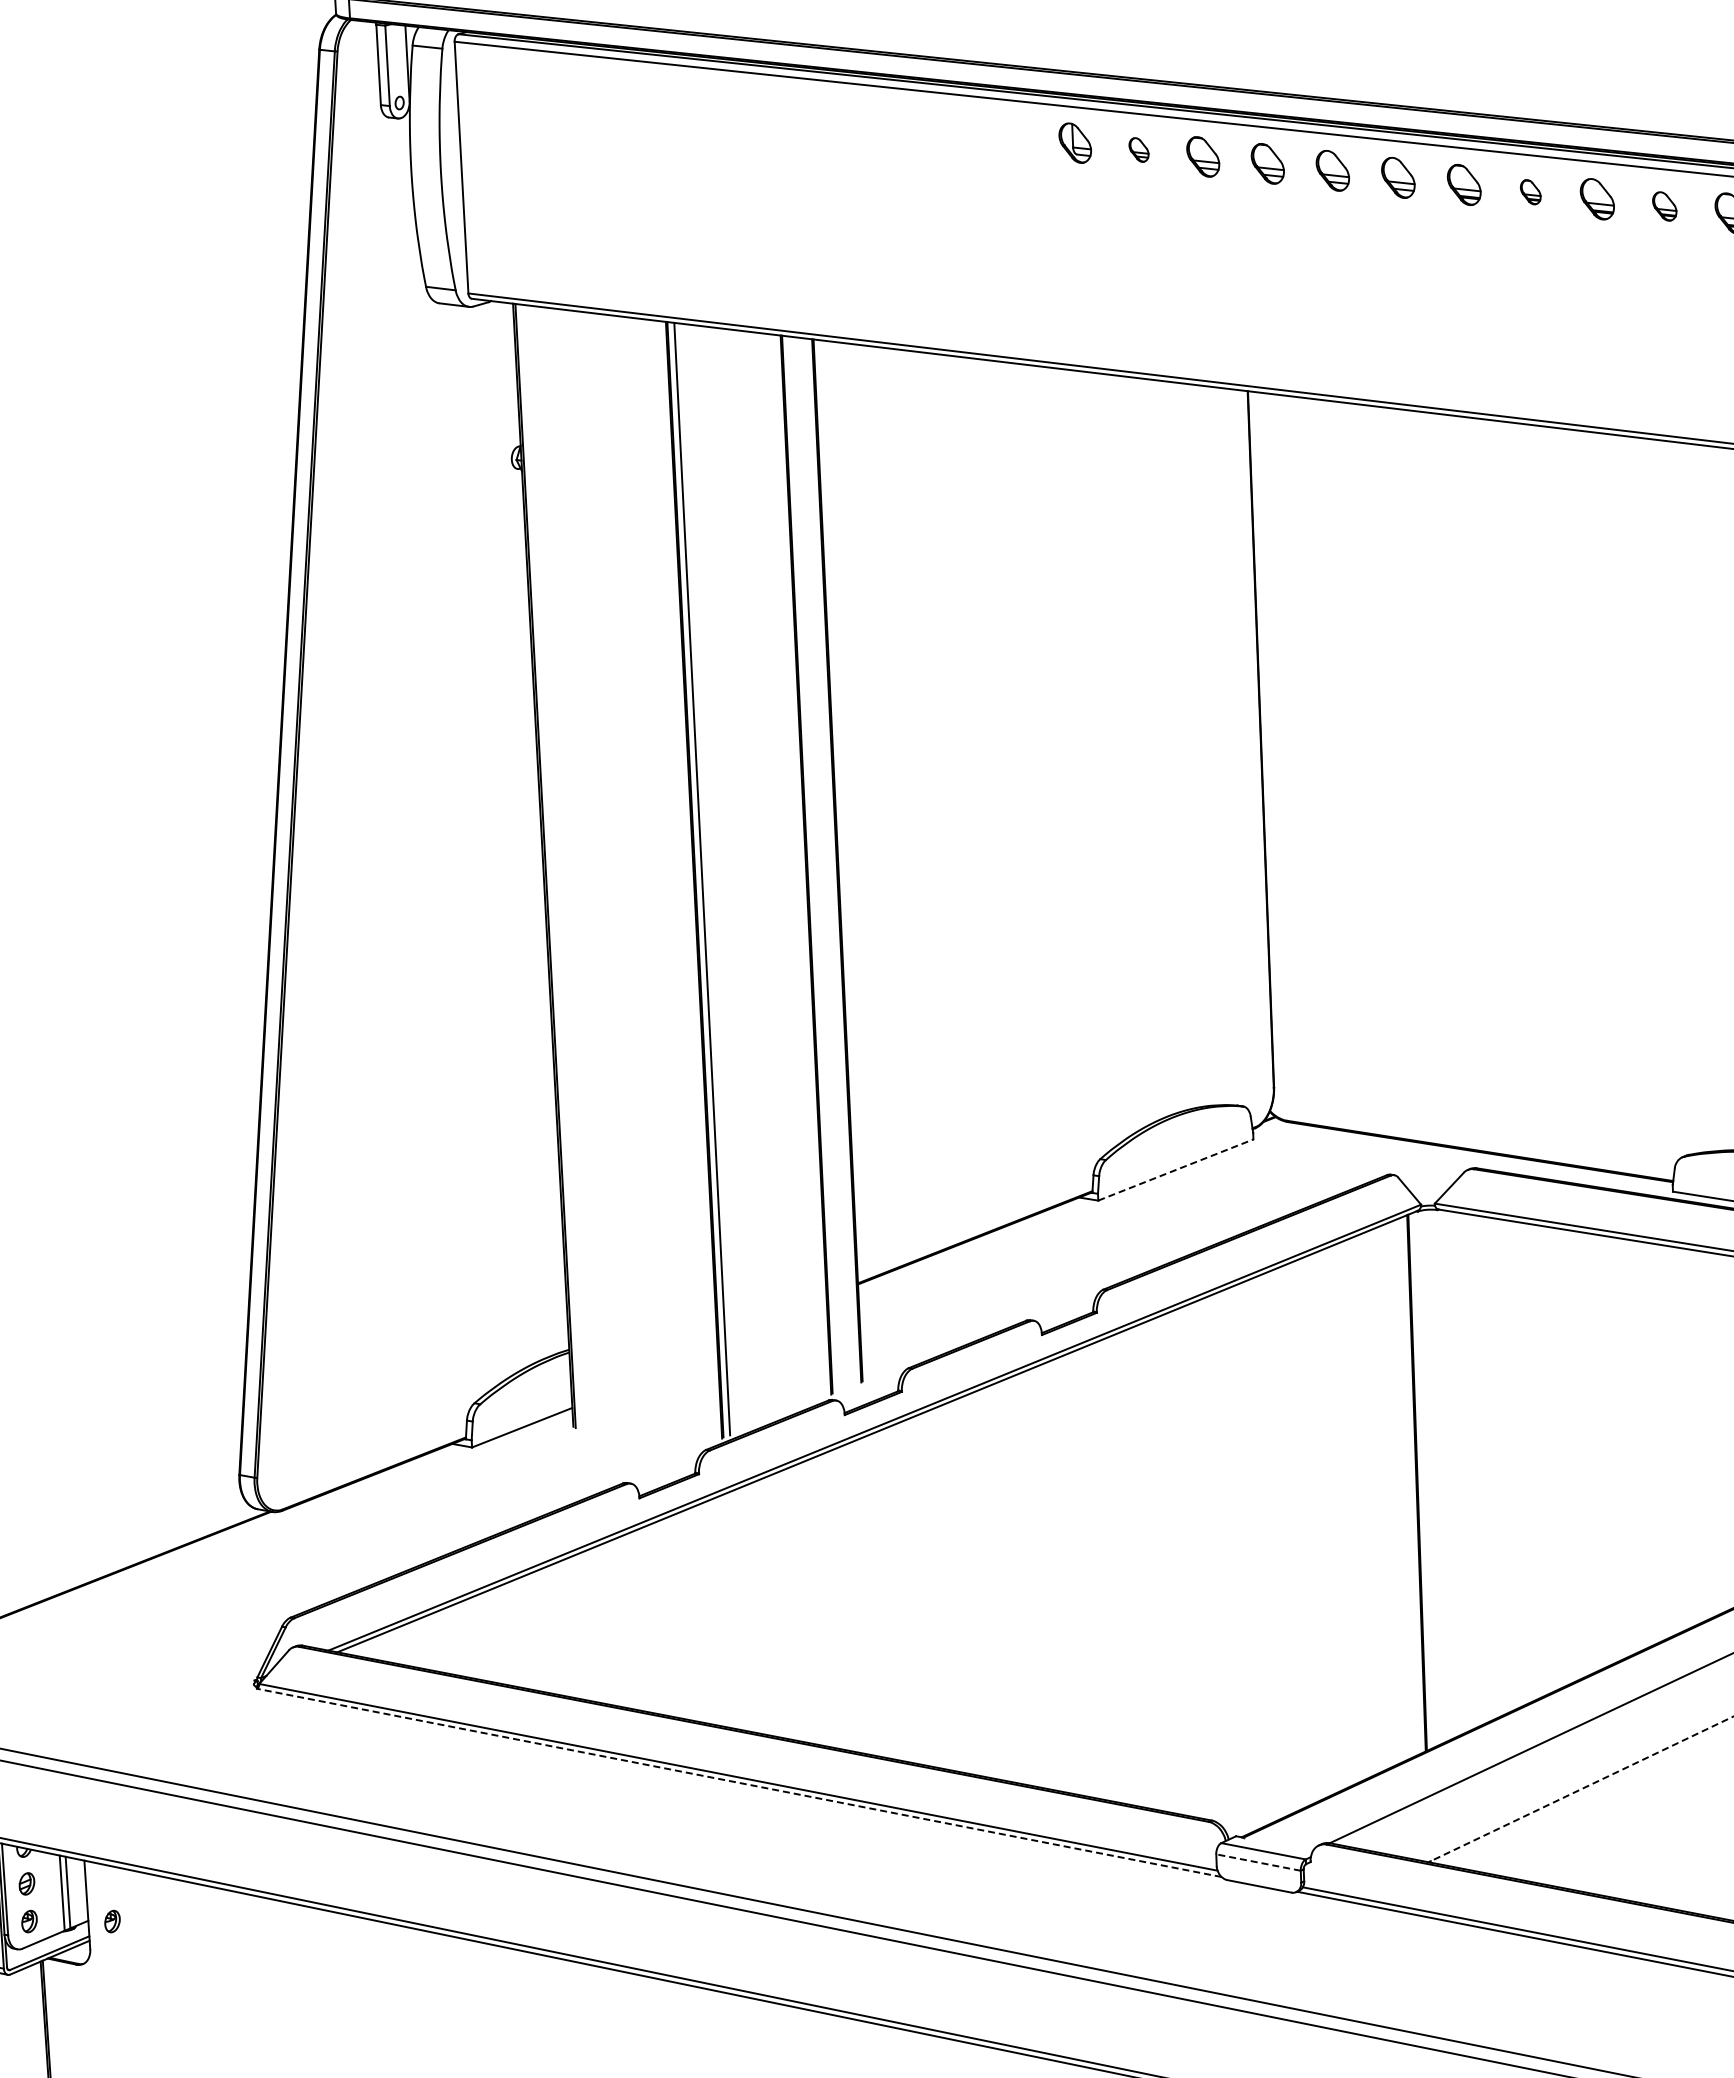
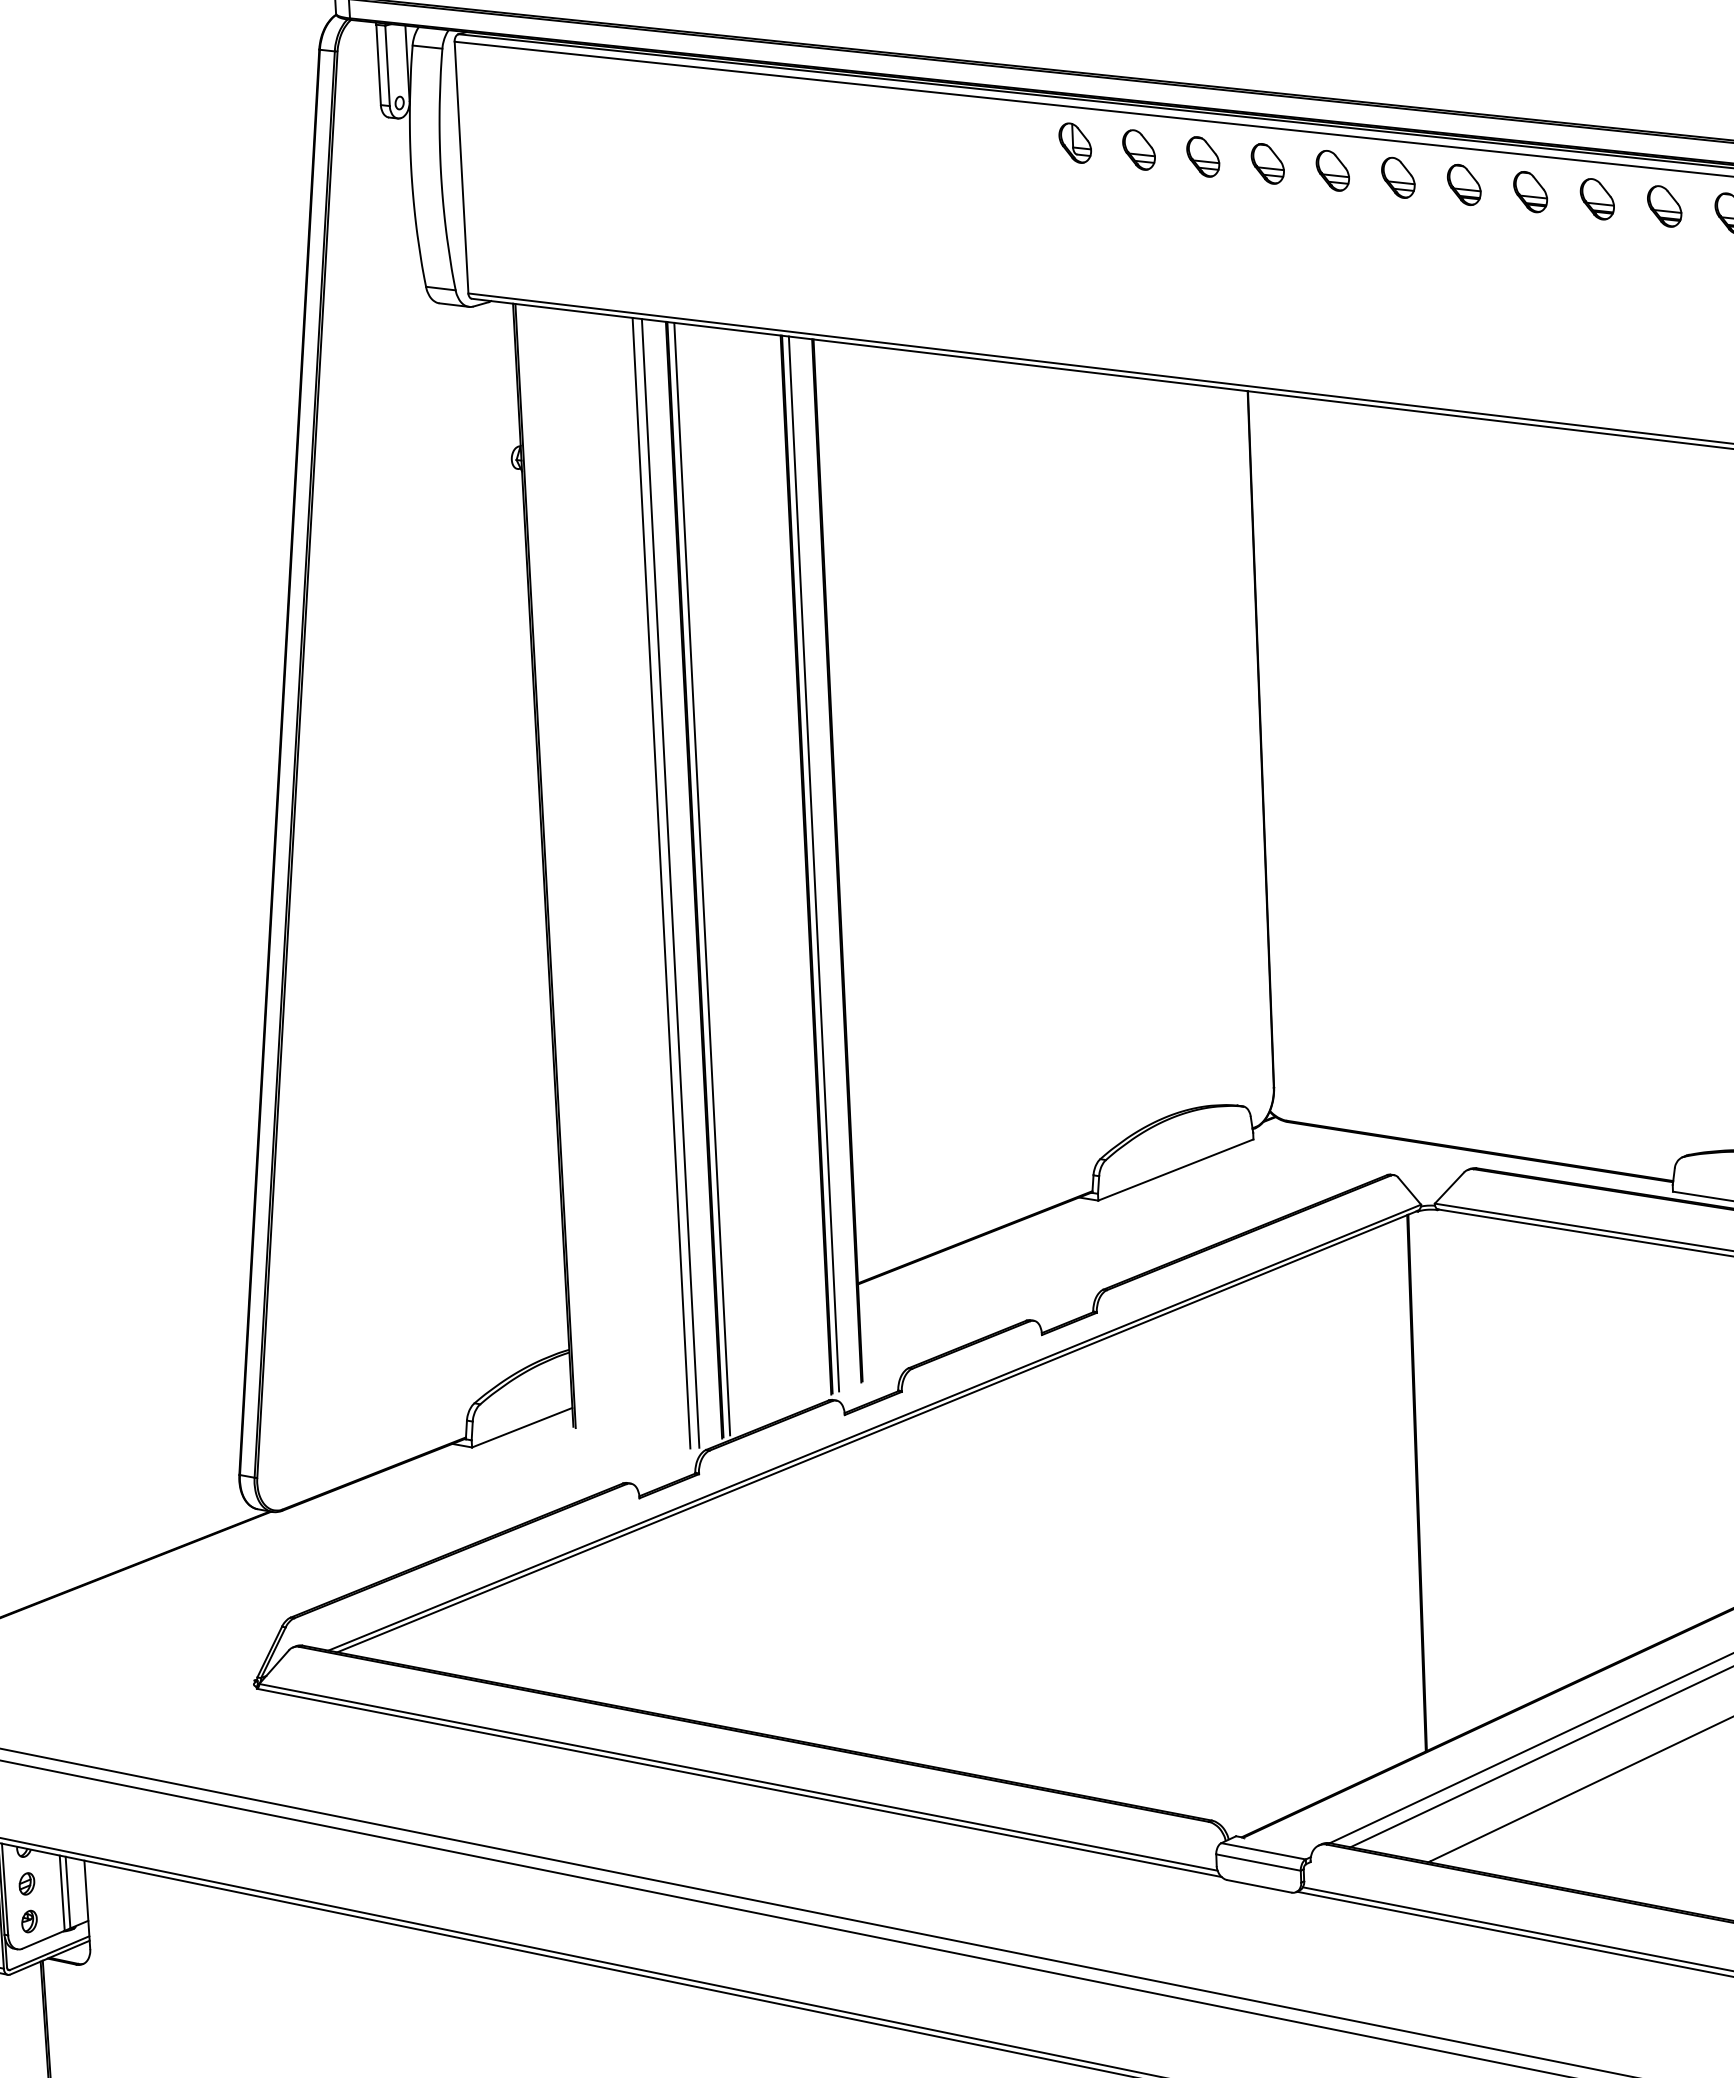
part at (1138, 149) size: 22x26 px -> 34x42 px
part at (1530, 192) size: 22x27 px -> 36x43 px
part at (1664, 206) size: 26x31 px -> 36x43 px
line at (813, 863): none -> present
line at (661, 882): none -> present
line at (670, 883): none -> present
line at (1176, 1169): dashed -> solid
line at (1540, 1757): none -> present
line at (738, 1782): dashed -> solid
line at (1581, 1789): dashed -> solid
line at (1258, 1862): dashed -> solid
part at (112, 1921): present -> none
